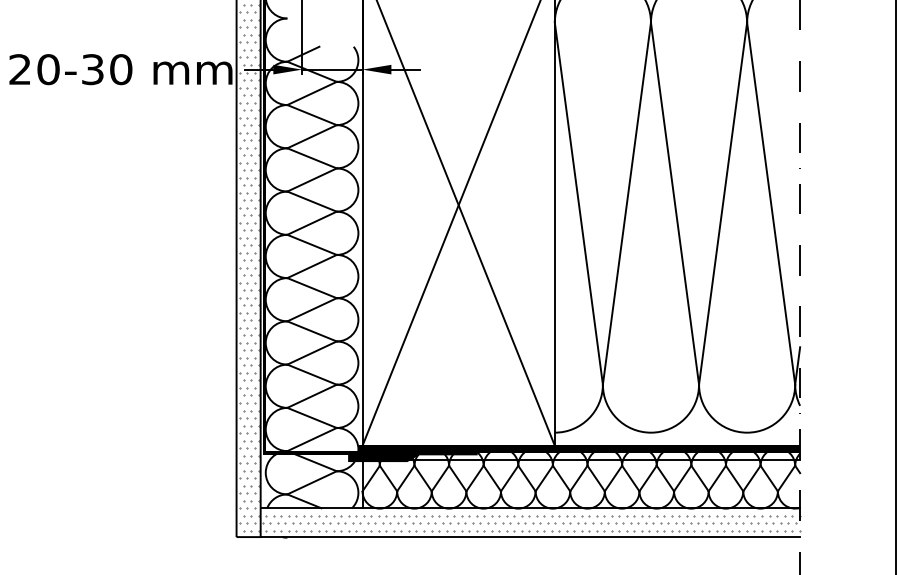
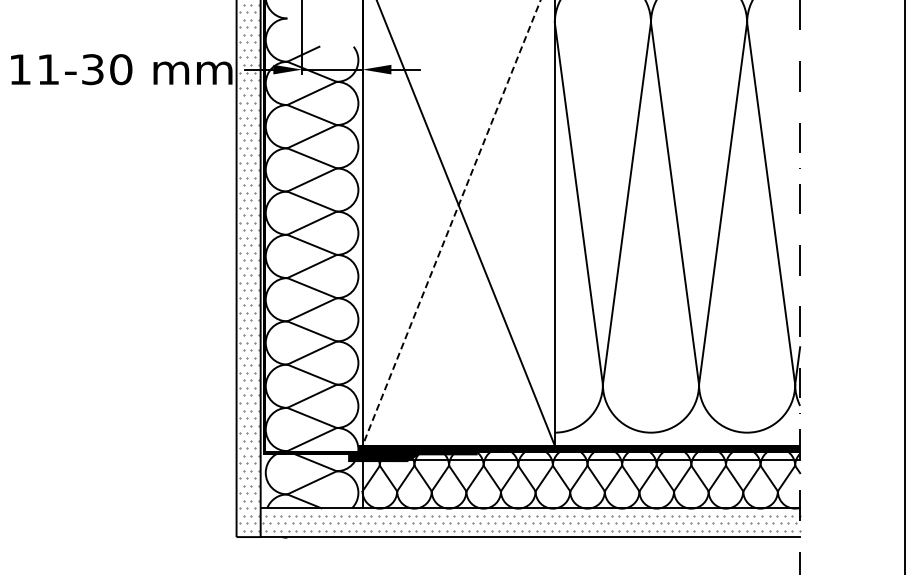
text at (34, 69): 20-30 -> 11-30
line at (451, 222): solid -> dashed
line at (896, 286) position: (896, 286) -> (905, 286)
